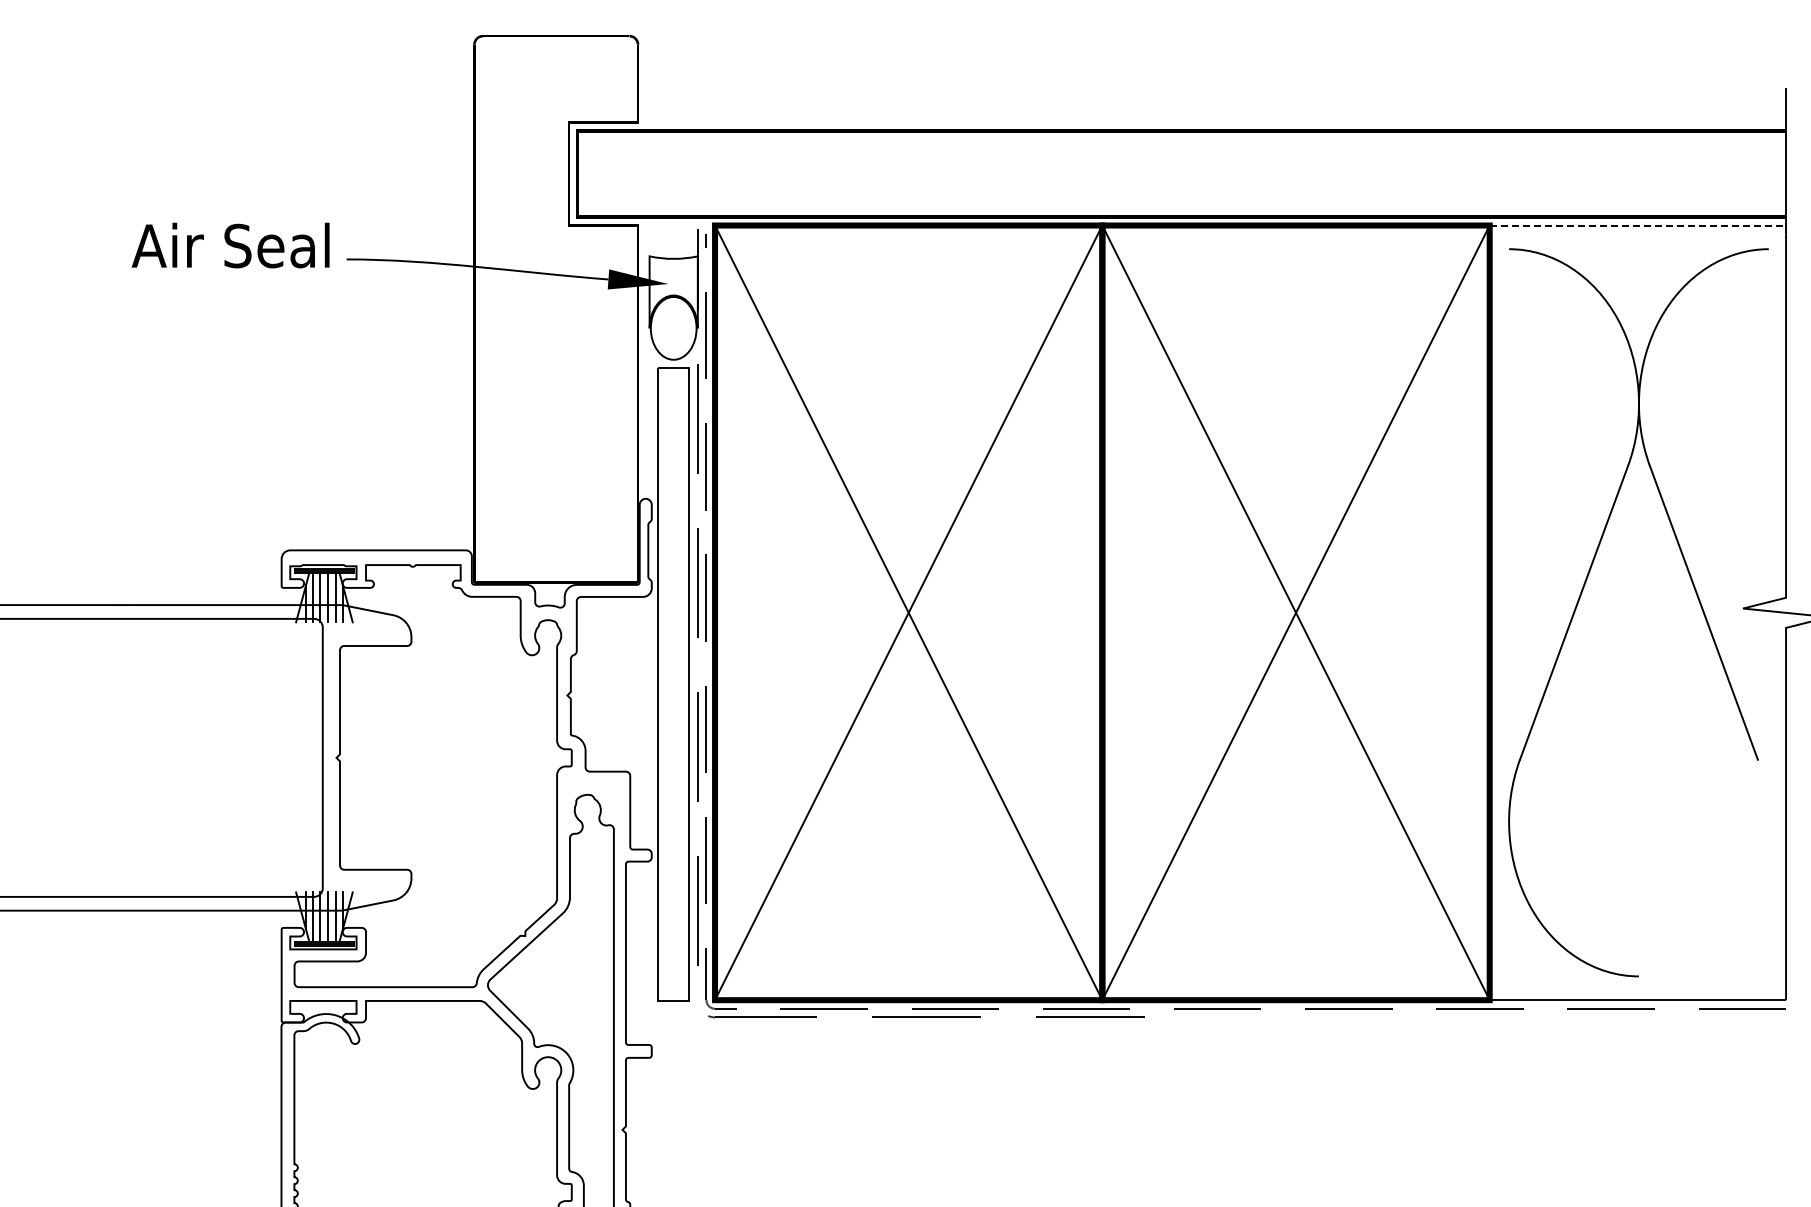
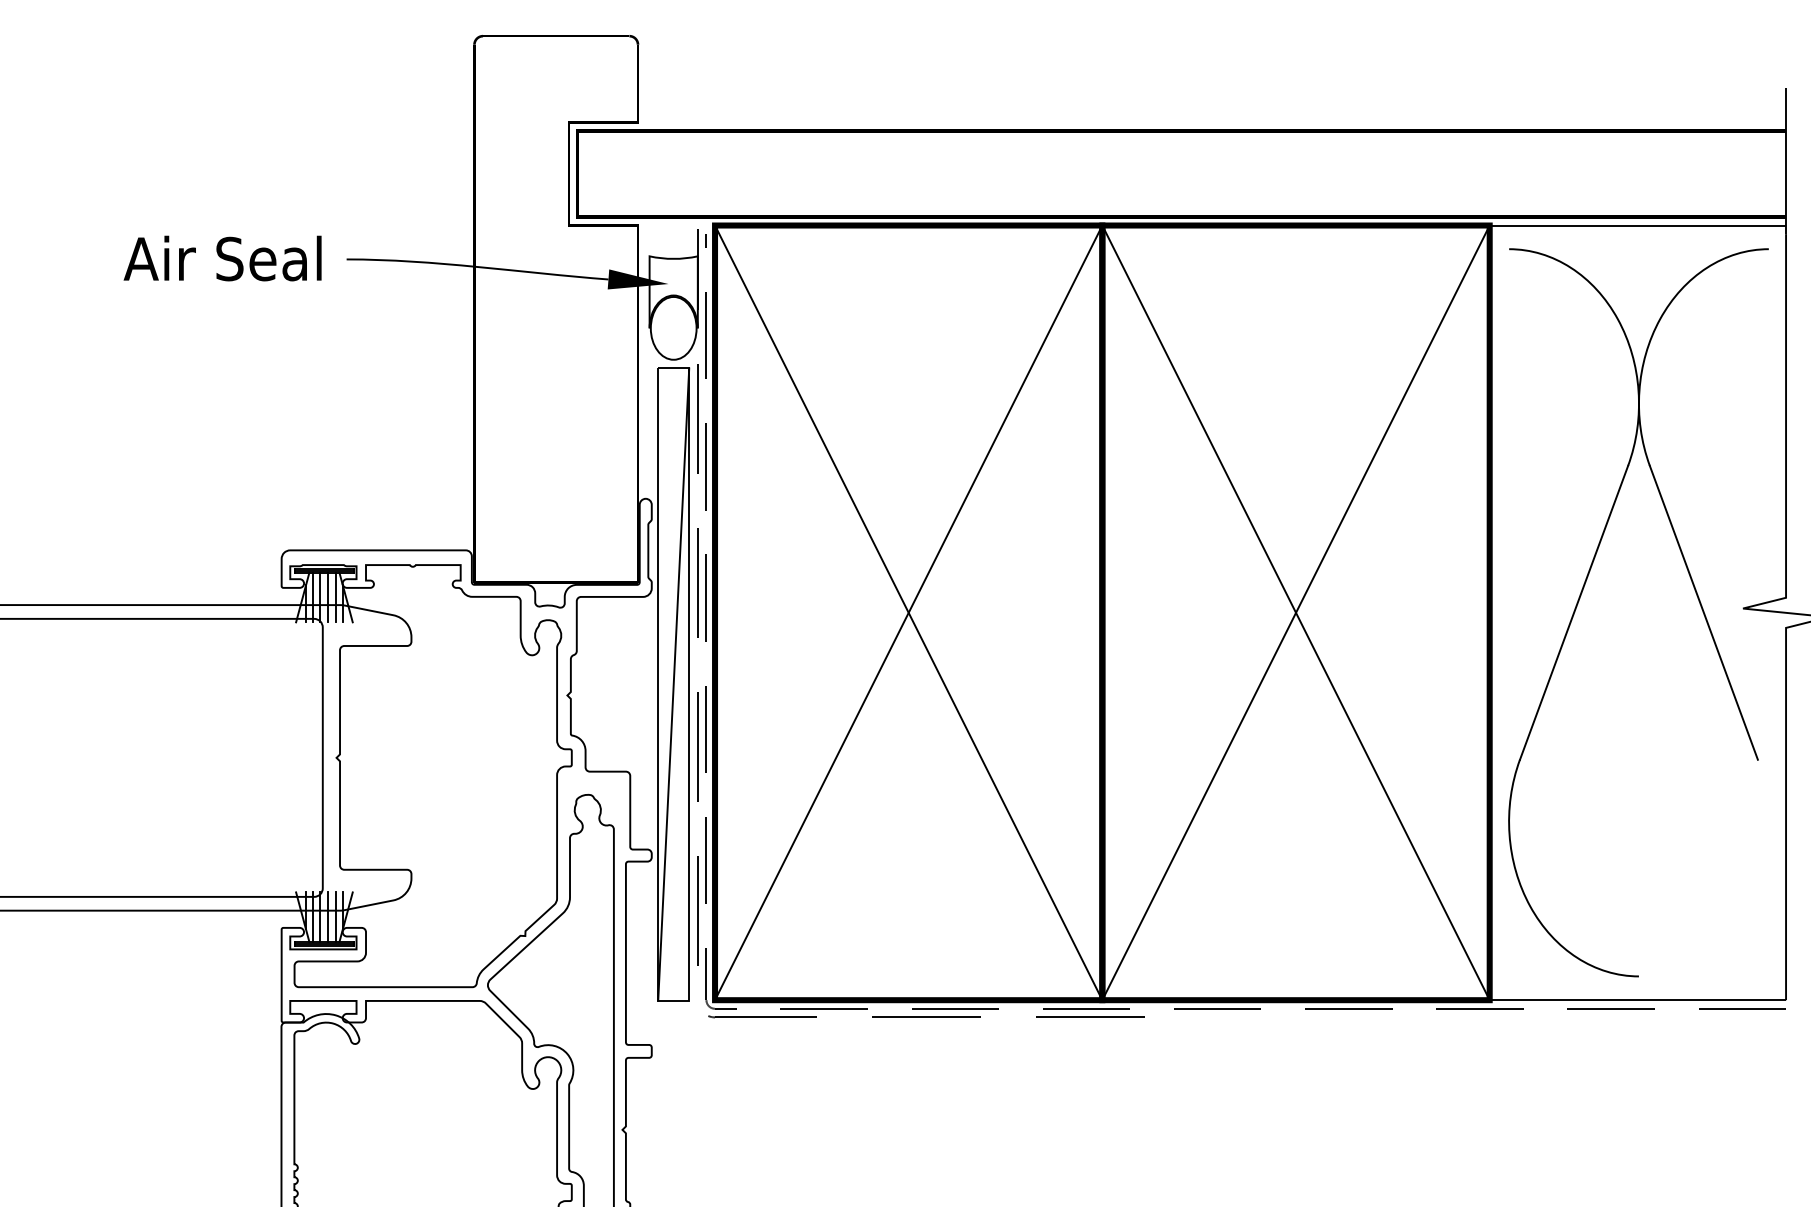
line at (1638, 225): dashed -> solid
text at (230, 245) position: (230, 245) -> (222, 258)
line at (673, 684): none -> present
